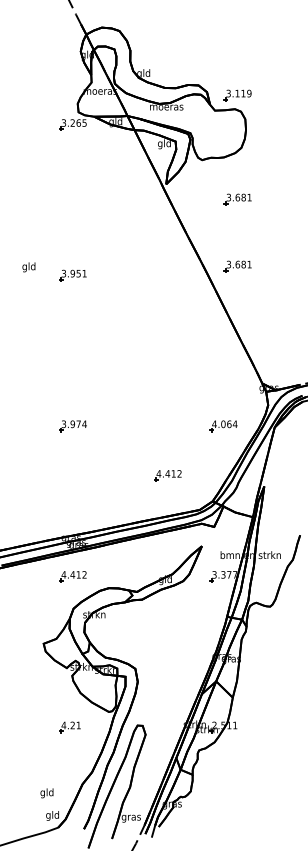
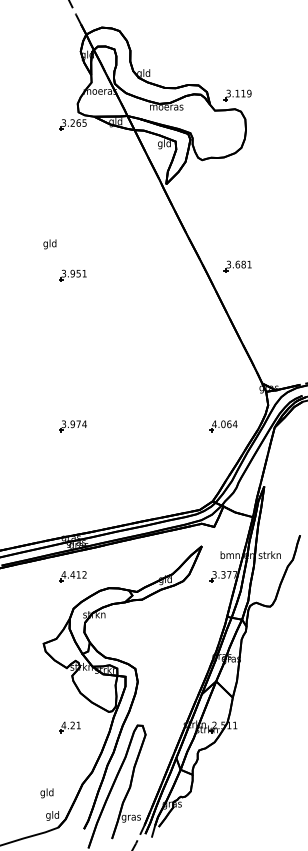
part at (237, 199): present -> none
text at (28, 267) position: (28, 267) -> (49, 244)
part at (167, 475): present -> none
